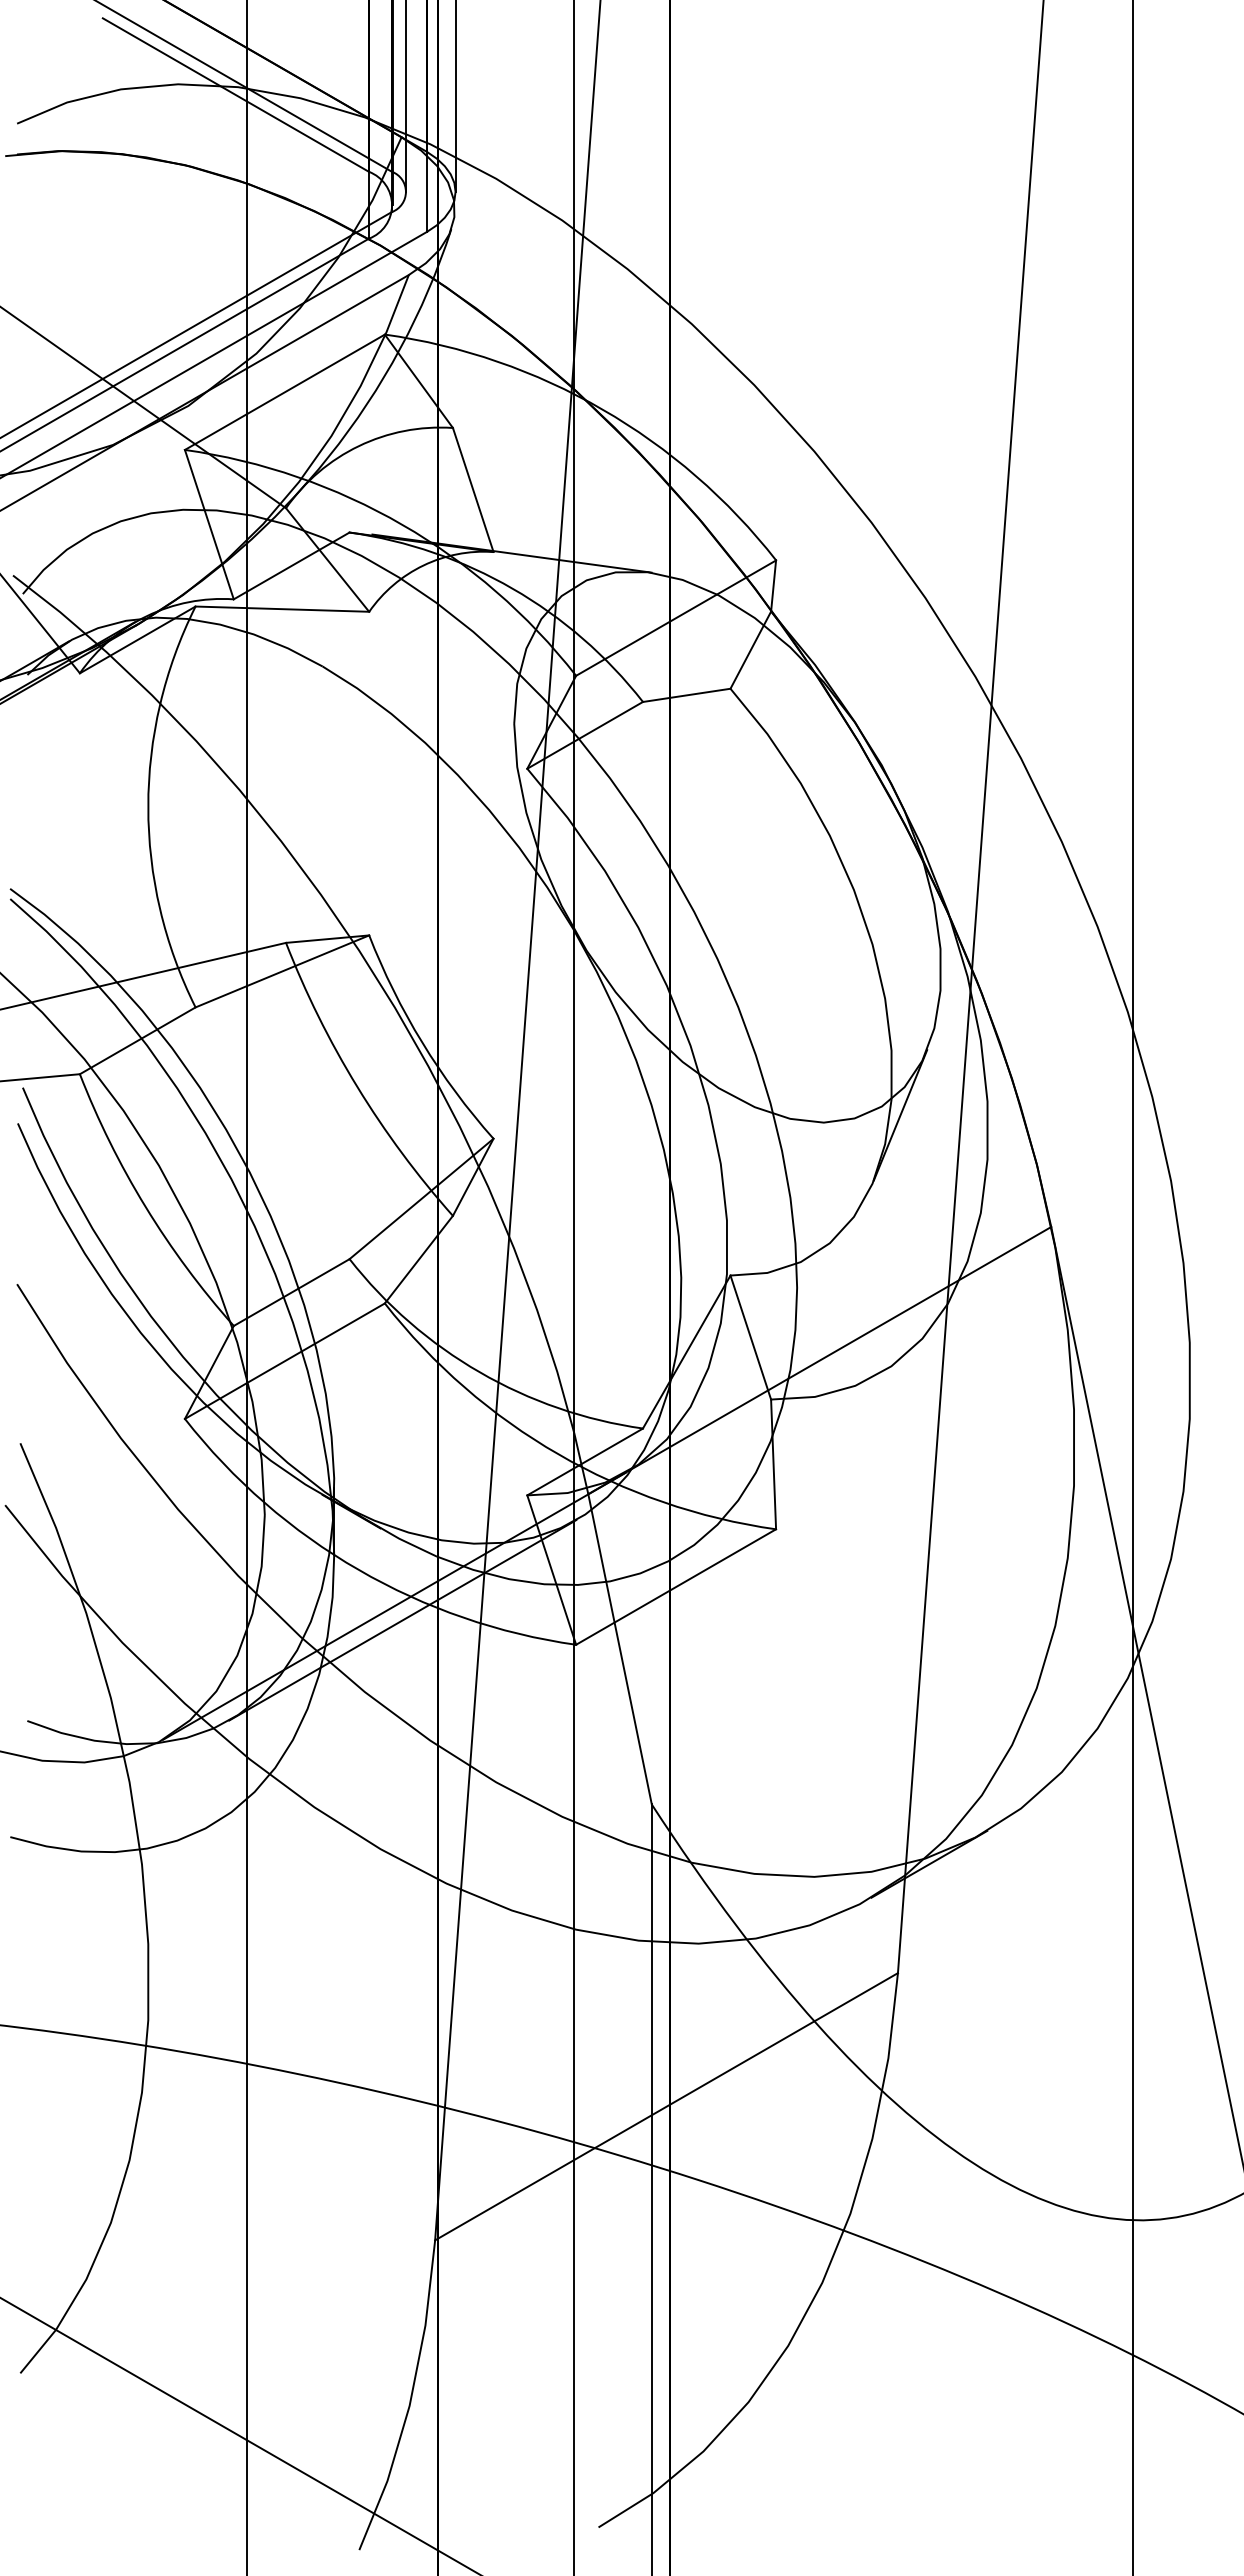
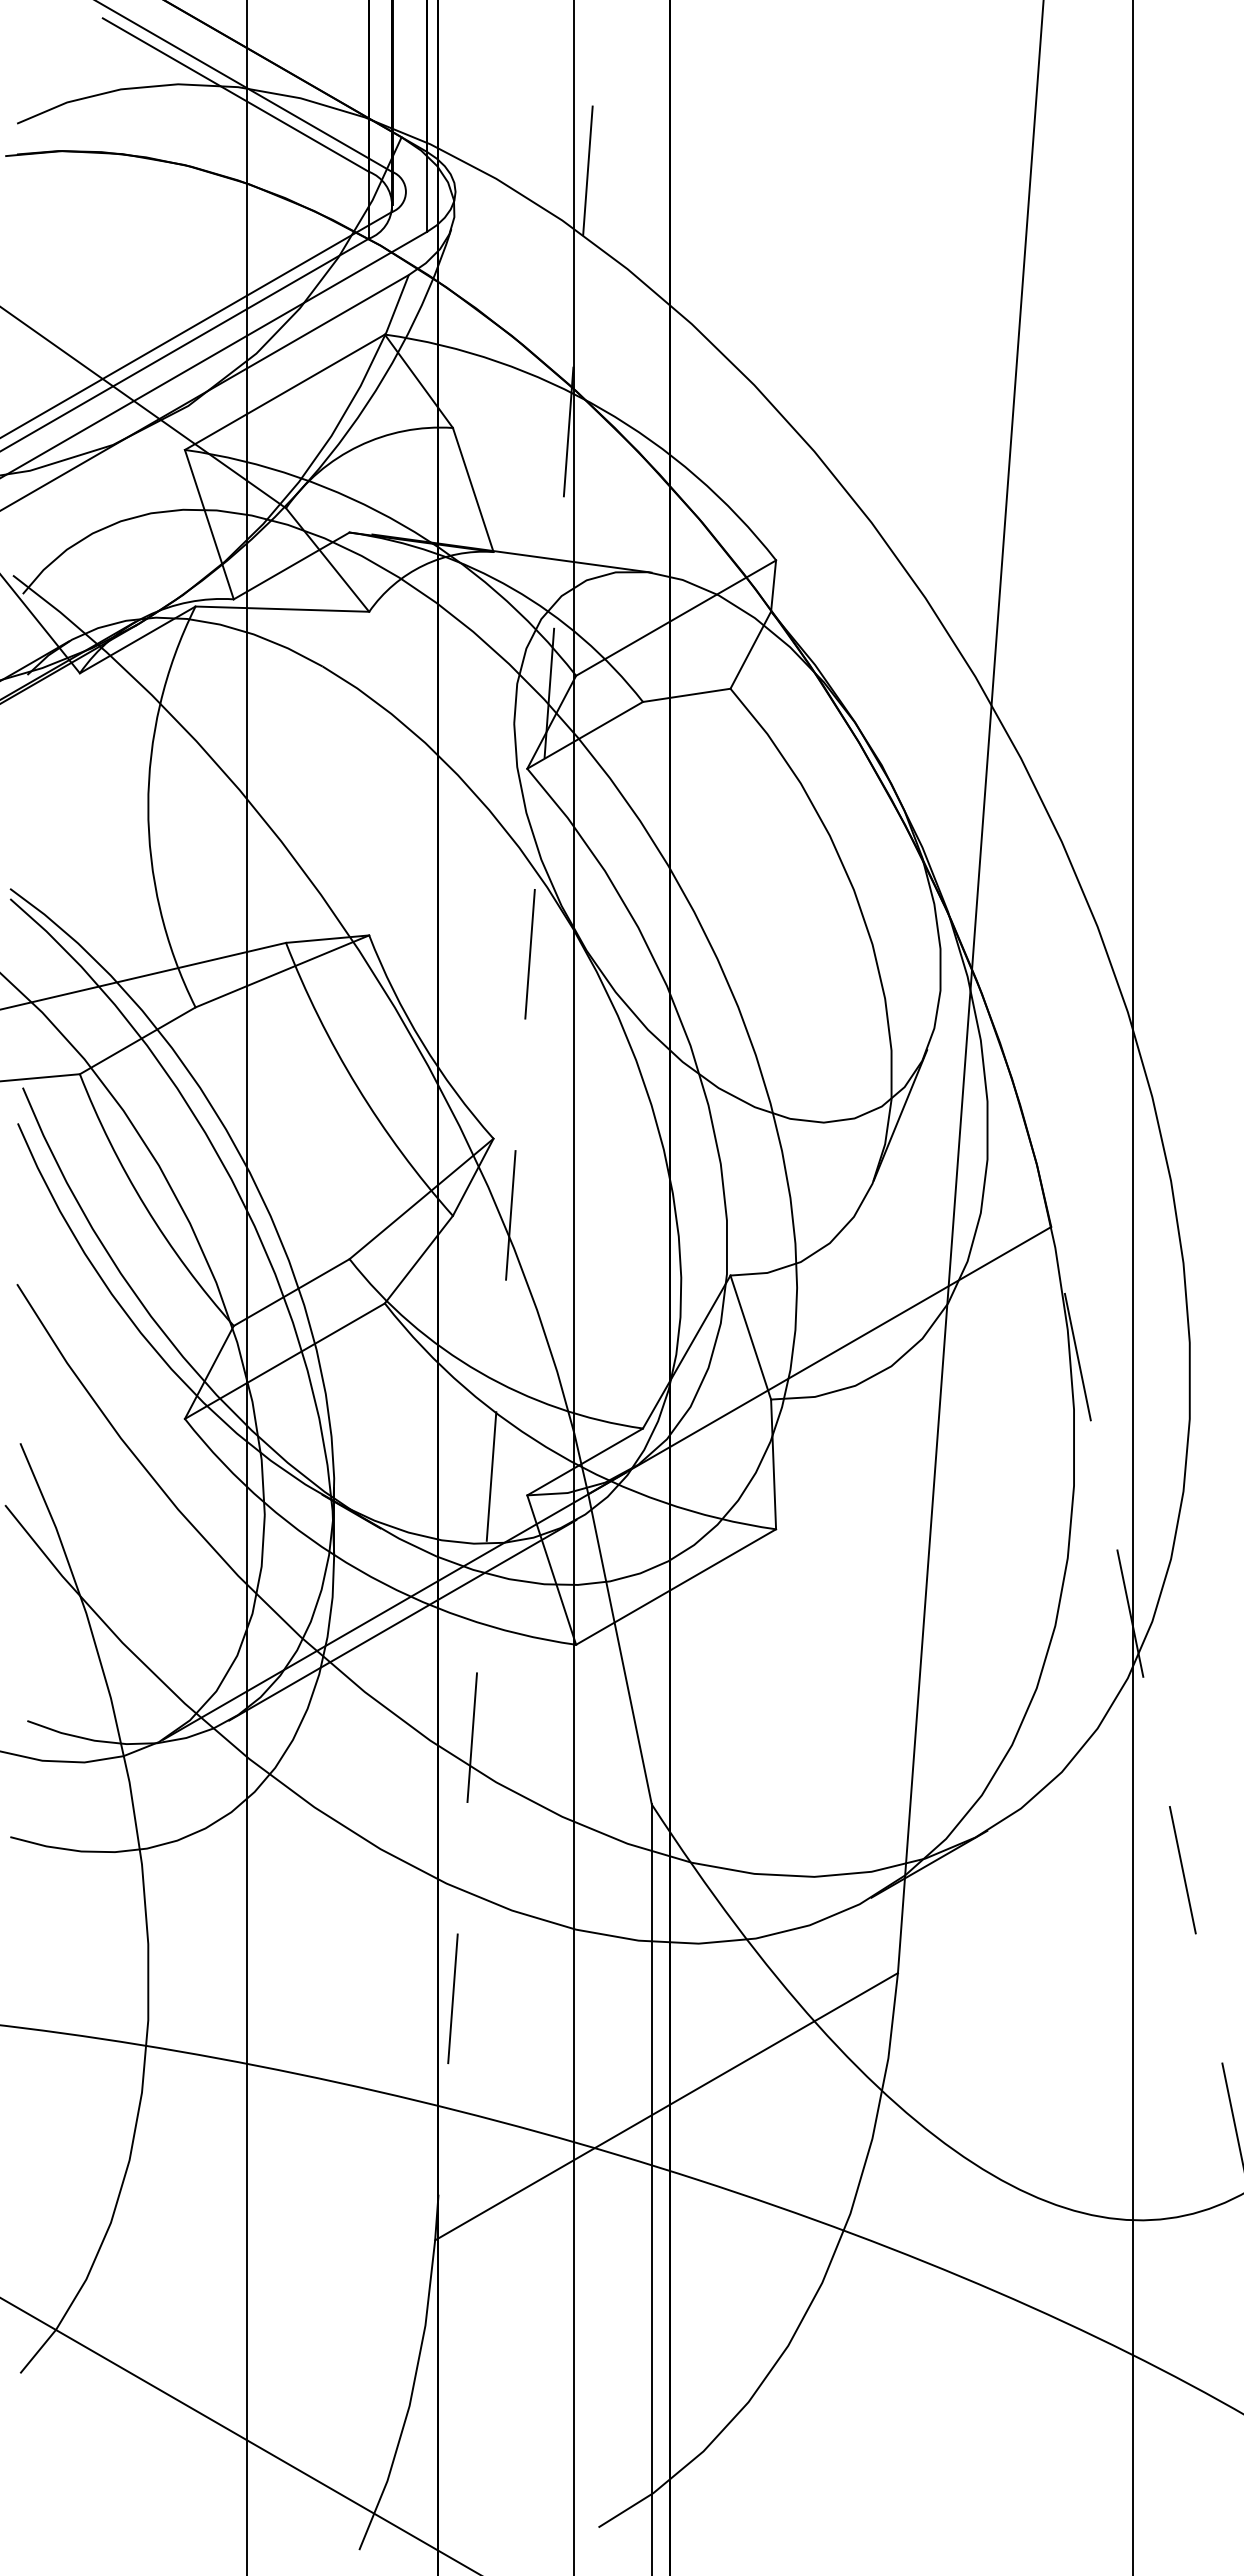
line at (406, 96): present -> none
line at (455, 96): present -> none
line at (517, 1120): solid -> dashed
line at (1147, 1697): solid -> dashed
